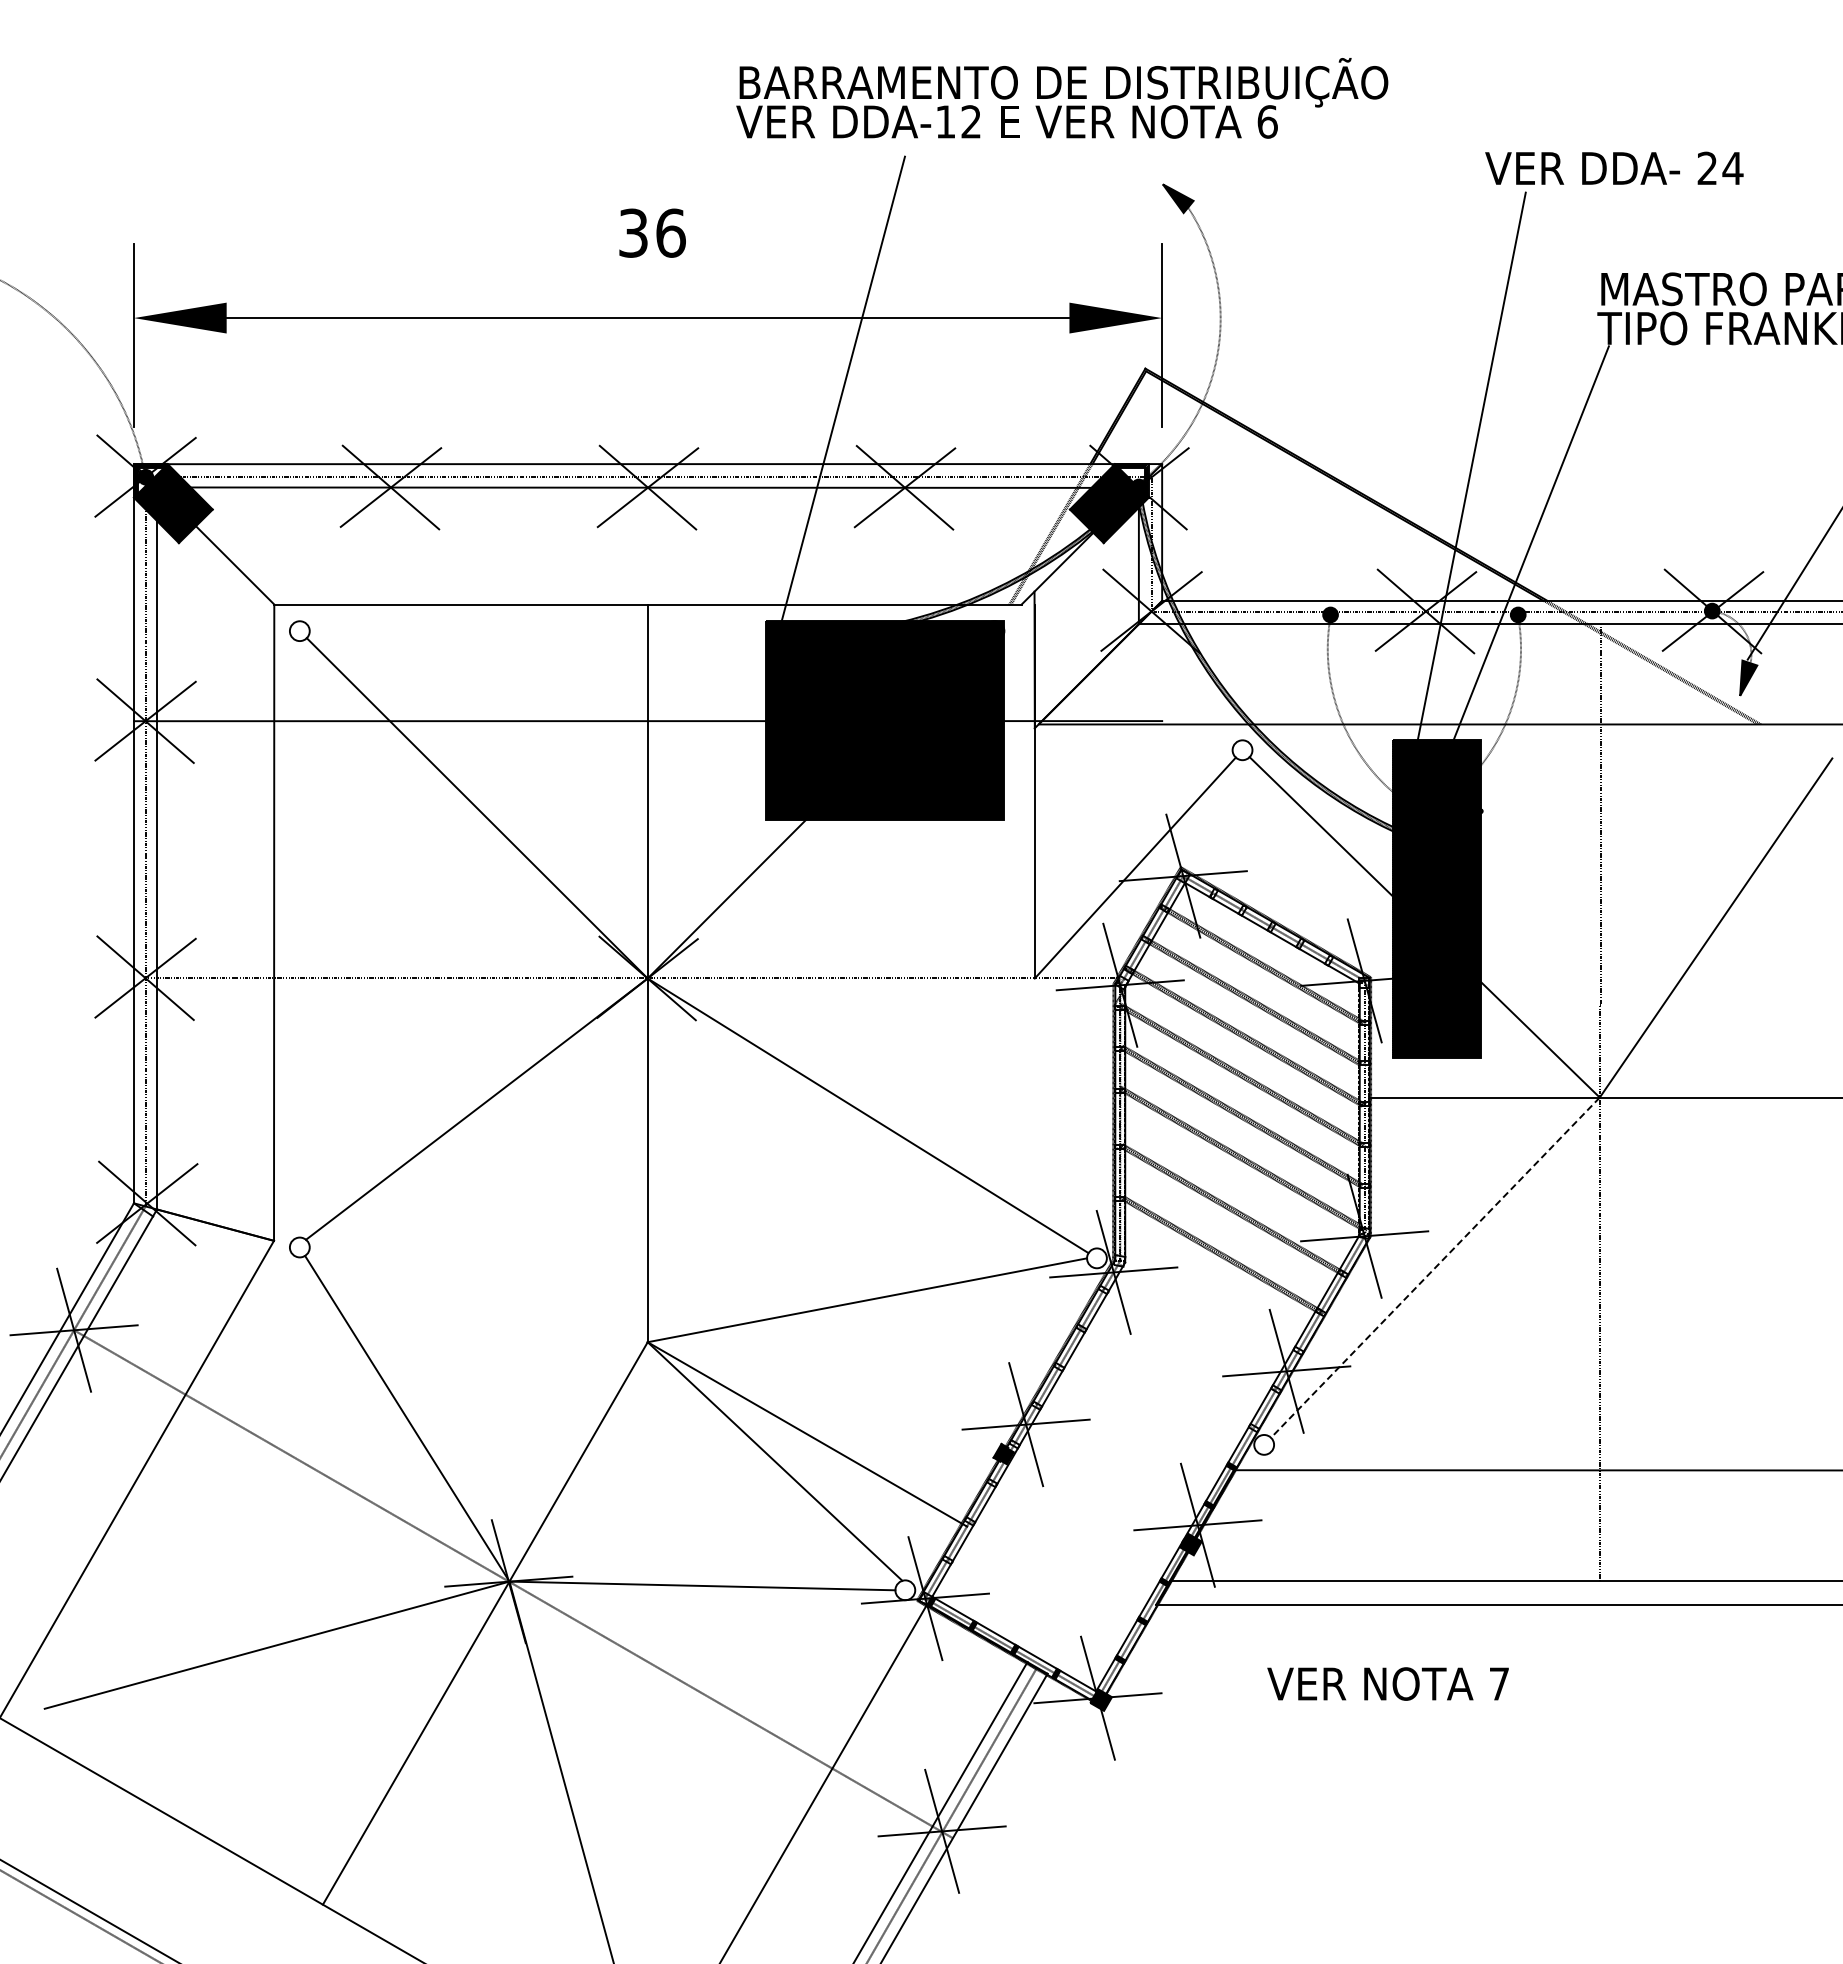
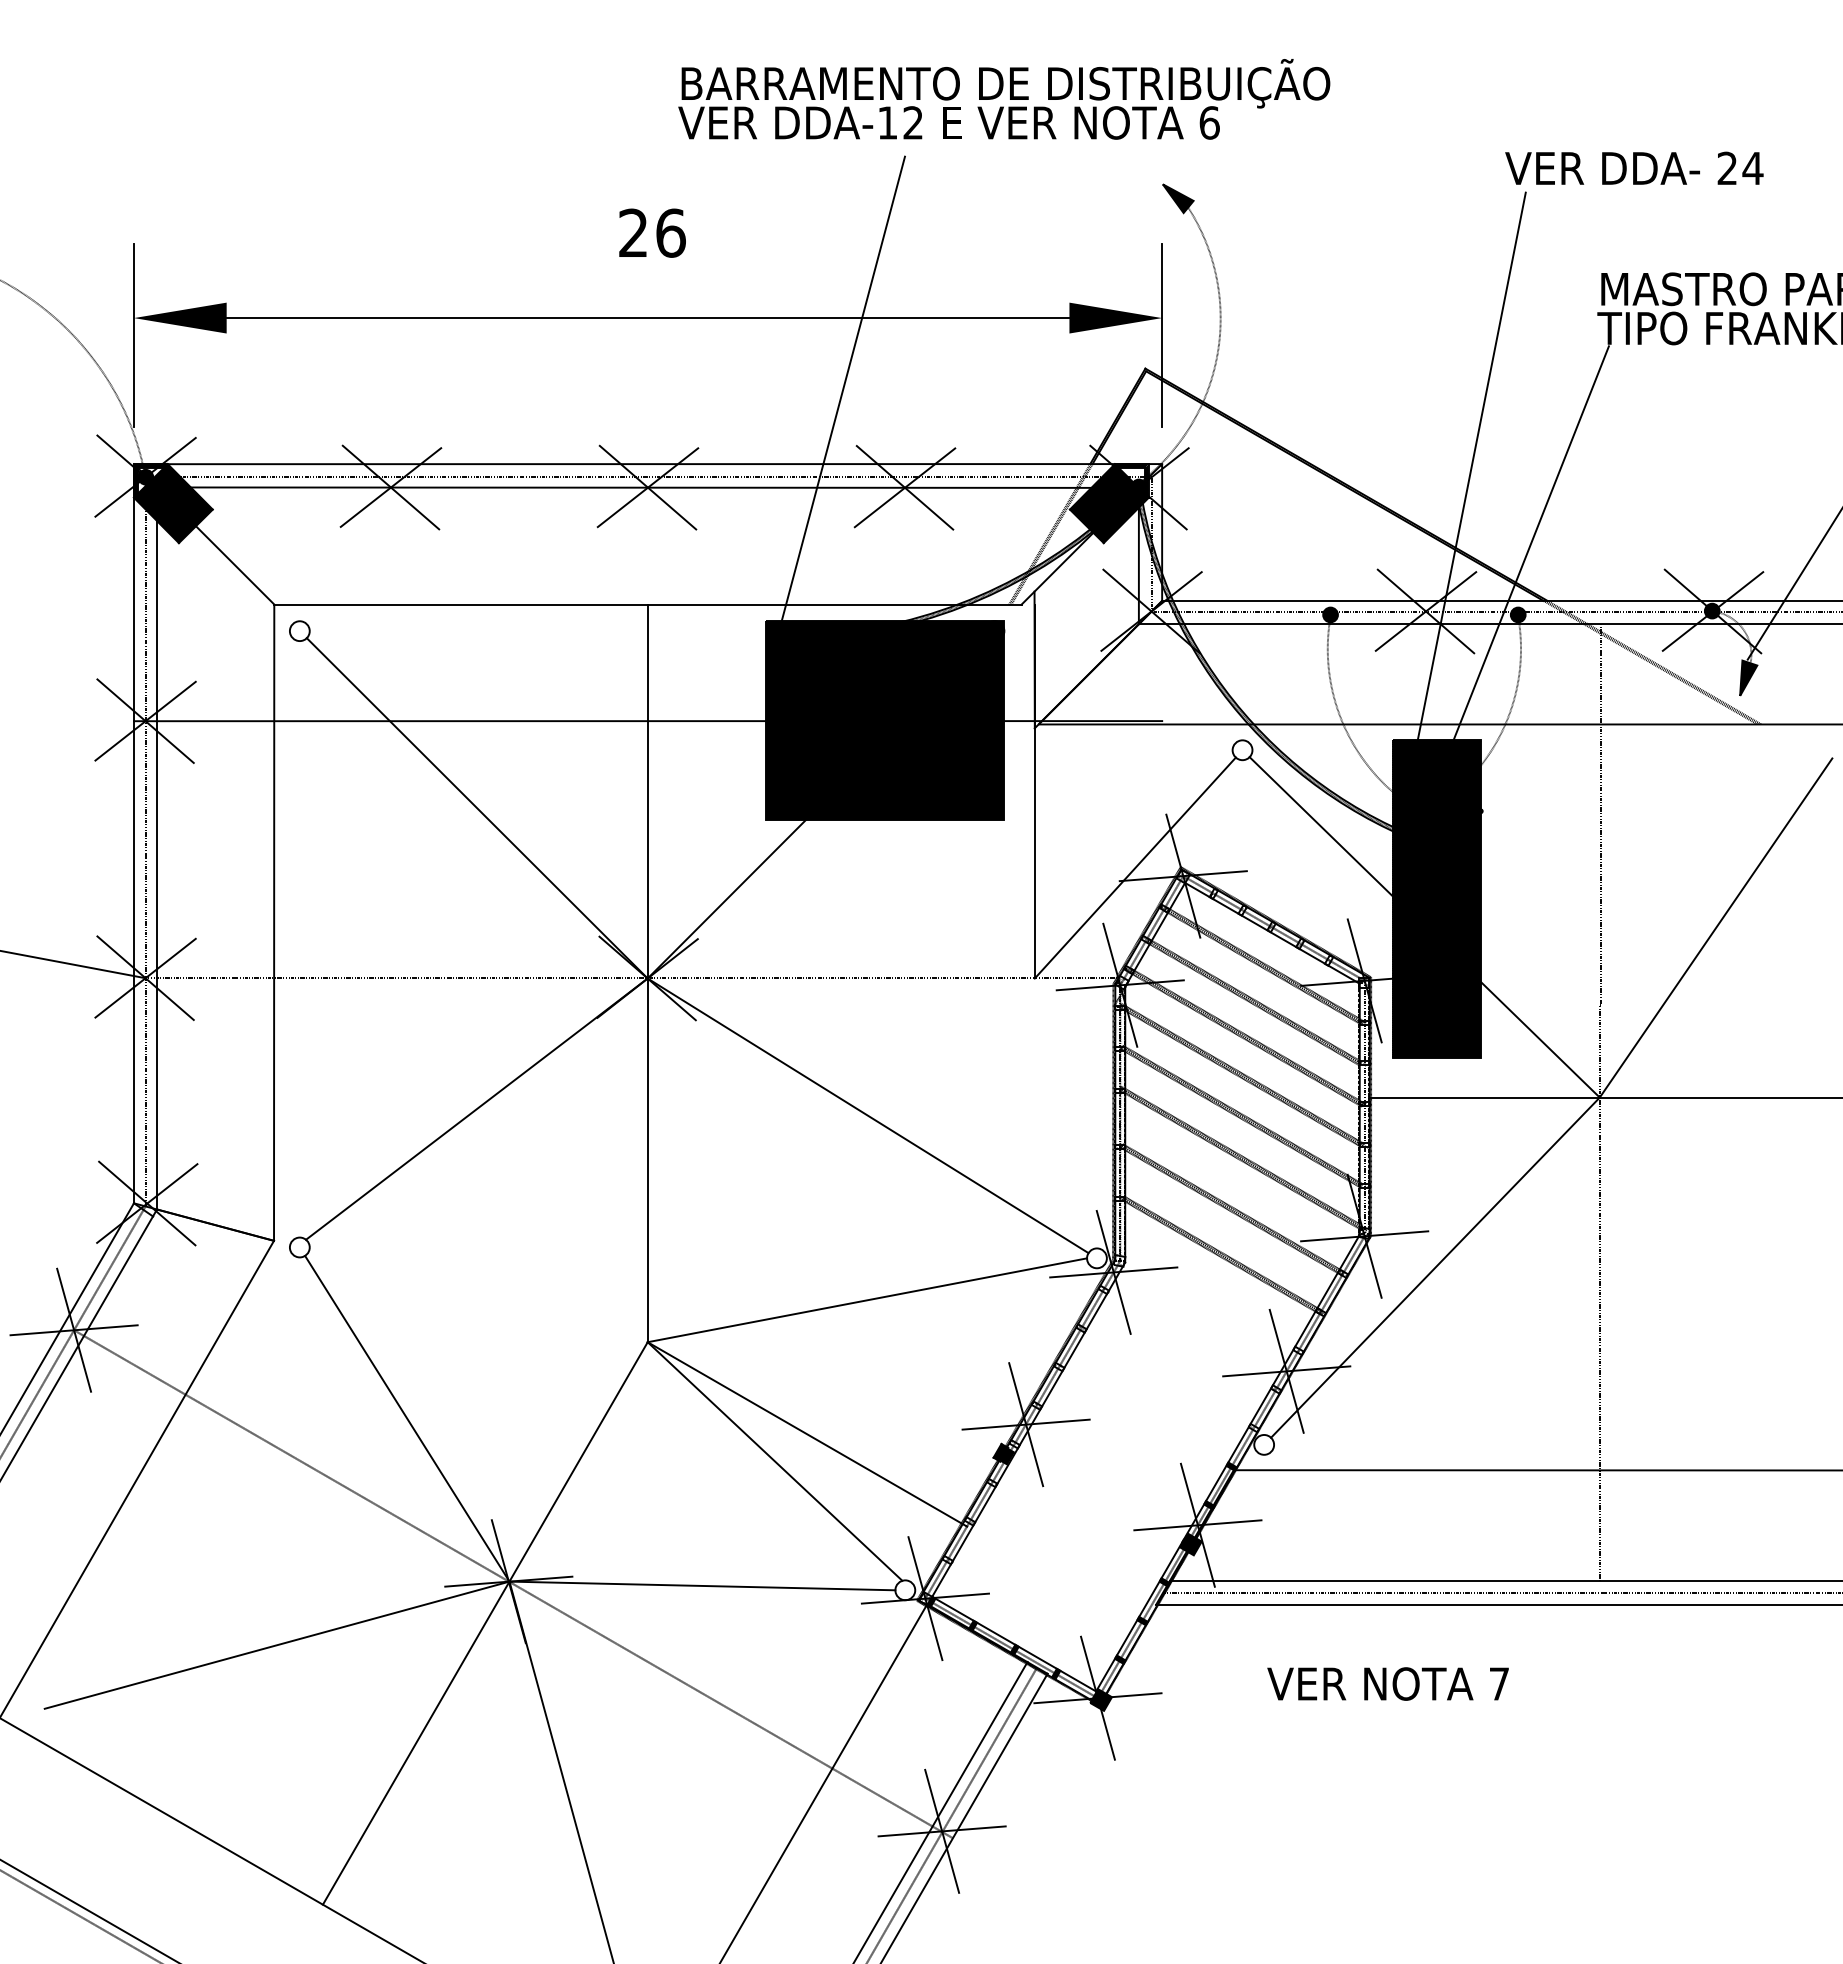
text at (1062, 98) position: (1062, 98) -> (1004, 99)
text at (1614, 167) position: (1614, 167) -> (1634, 167)
text at (633, 232): 36 -> 26
line at (73, 964): none -> present
line at (1435, 1267): dashed -> solid
line at (1501, 1592): none -> present
